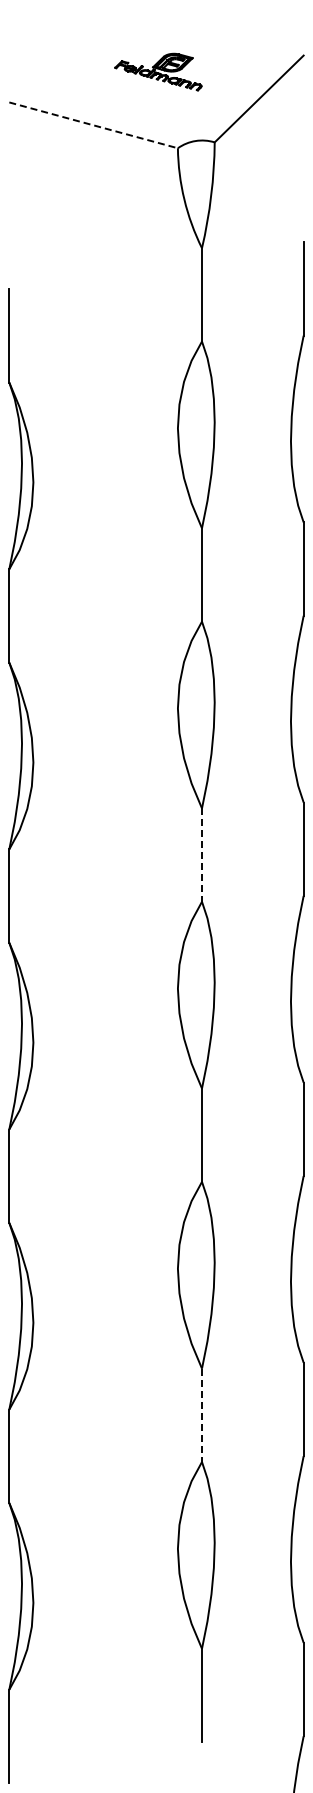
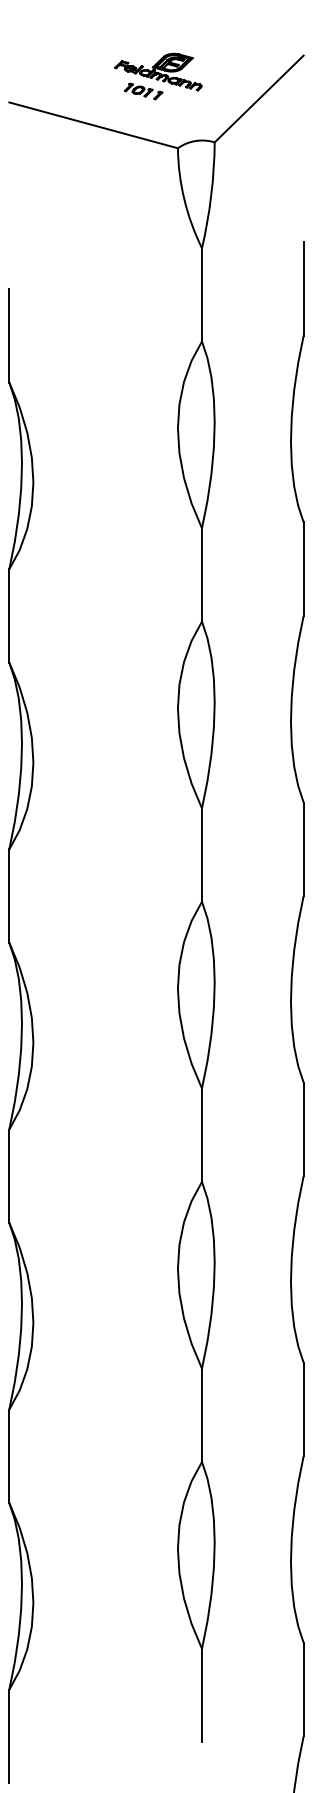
part at (143, 91): none -> present
line at (94, 125): dashed -> solid
line at (202, 855): dashed -> solid
line at (202, 1415): dashed -> solid
